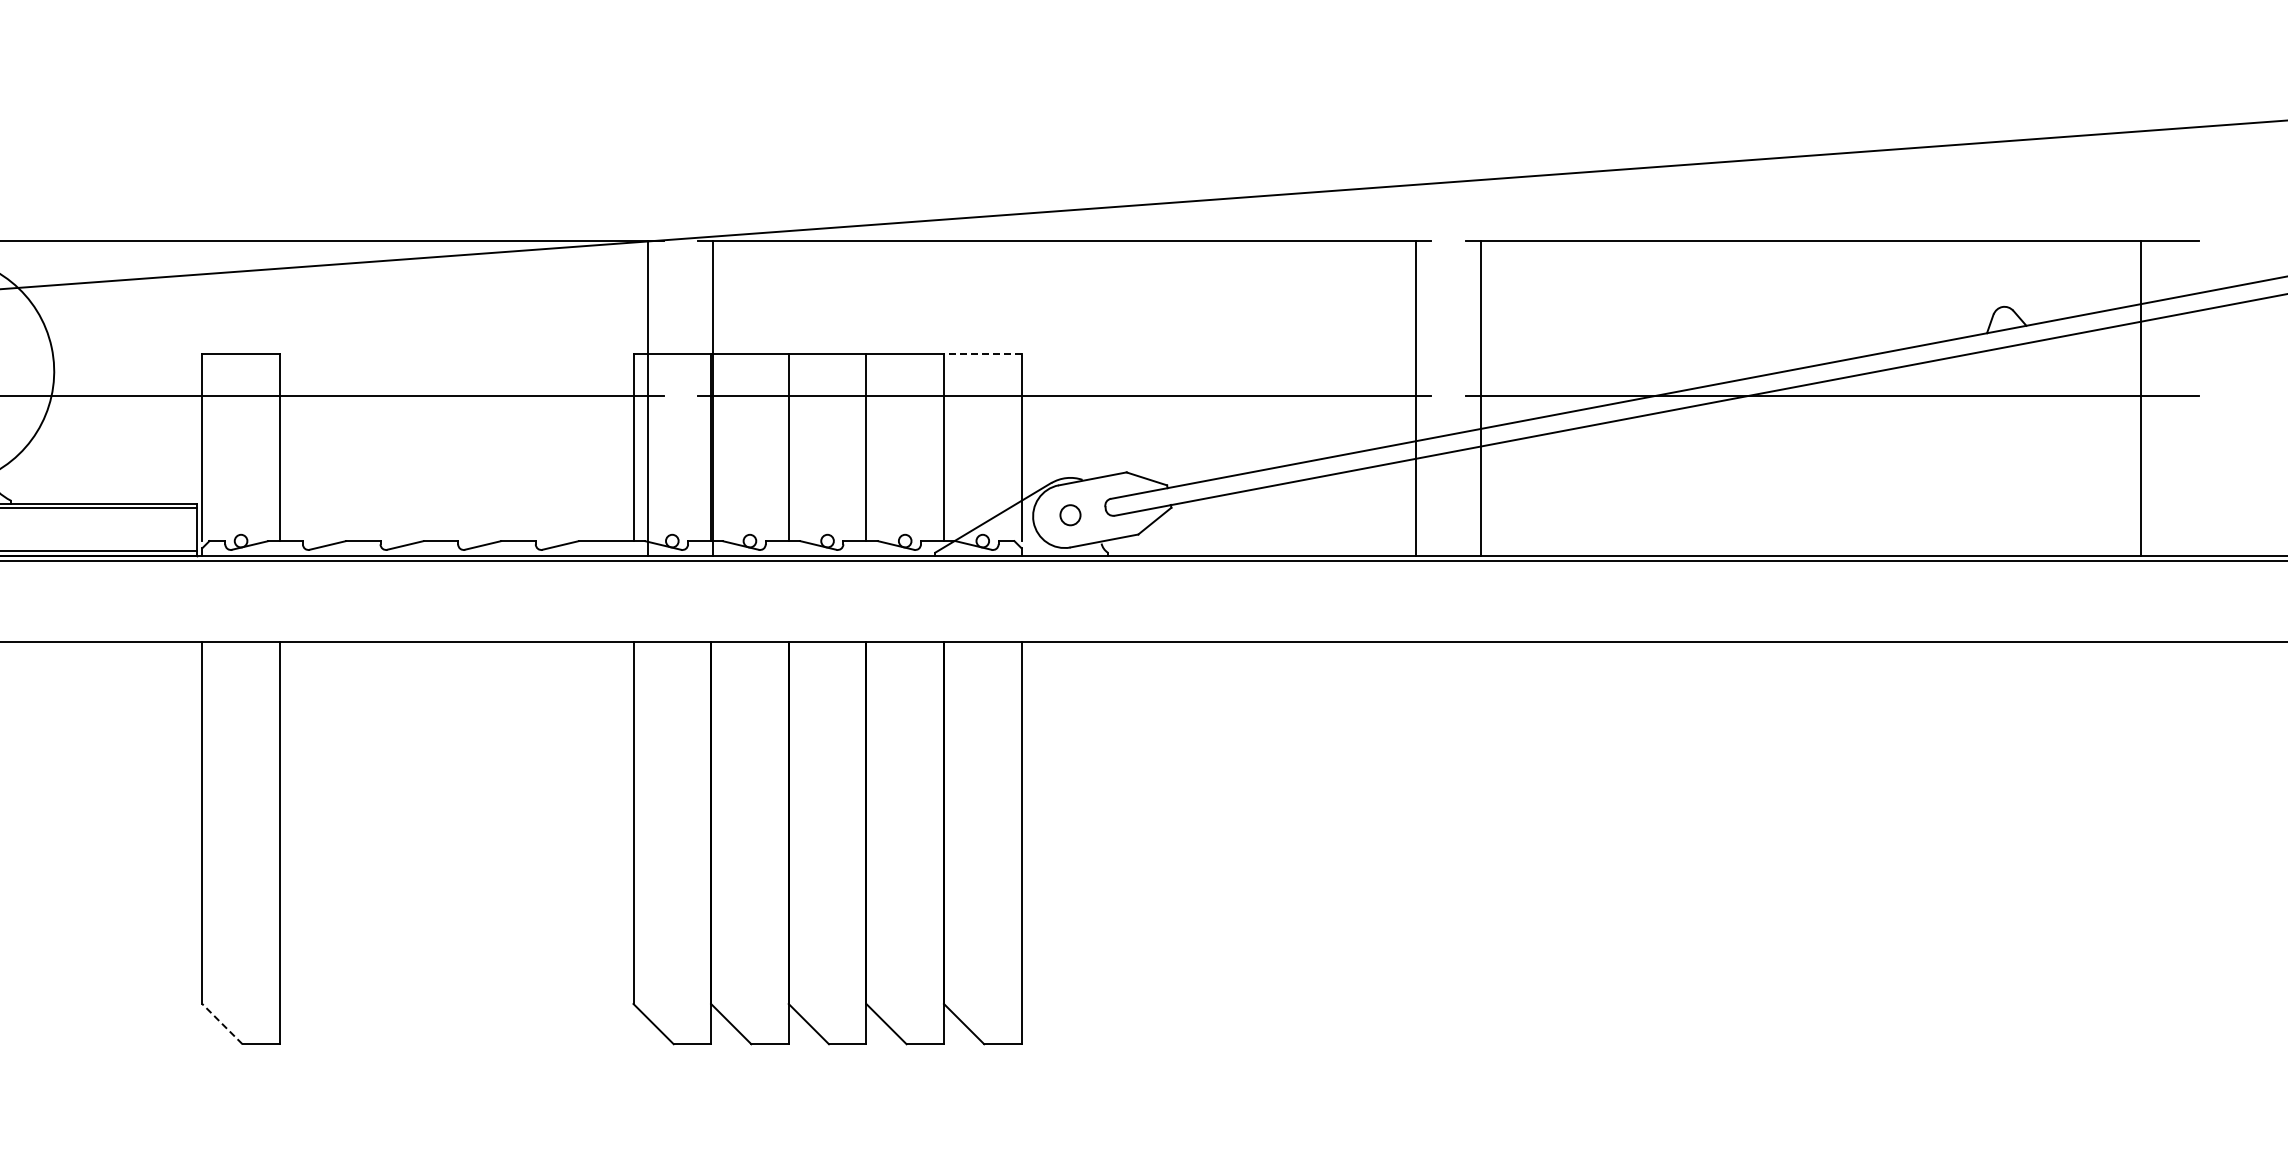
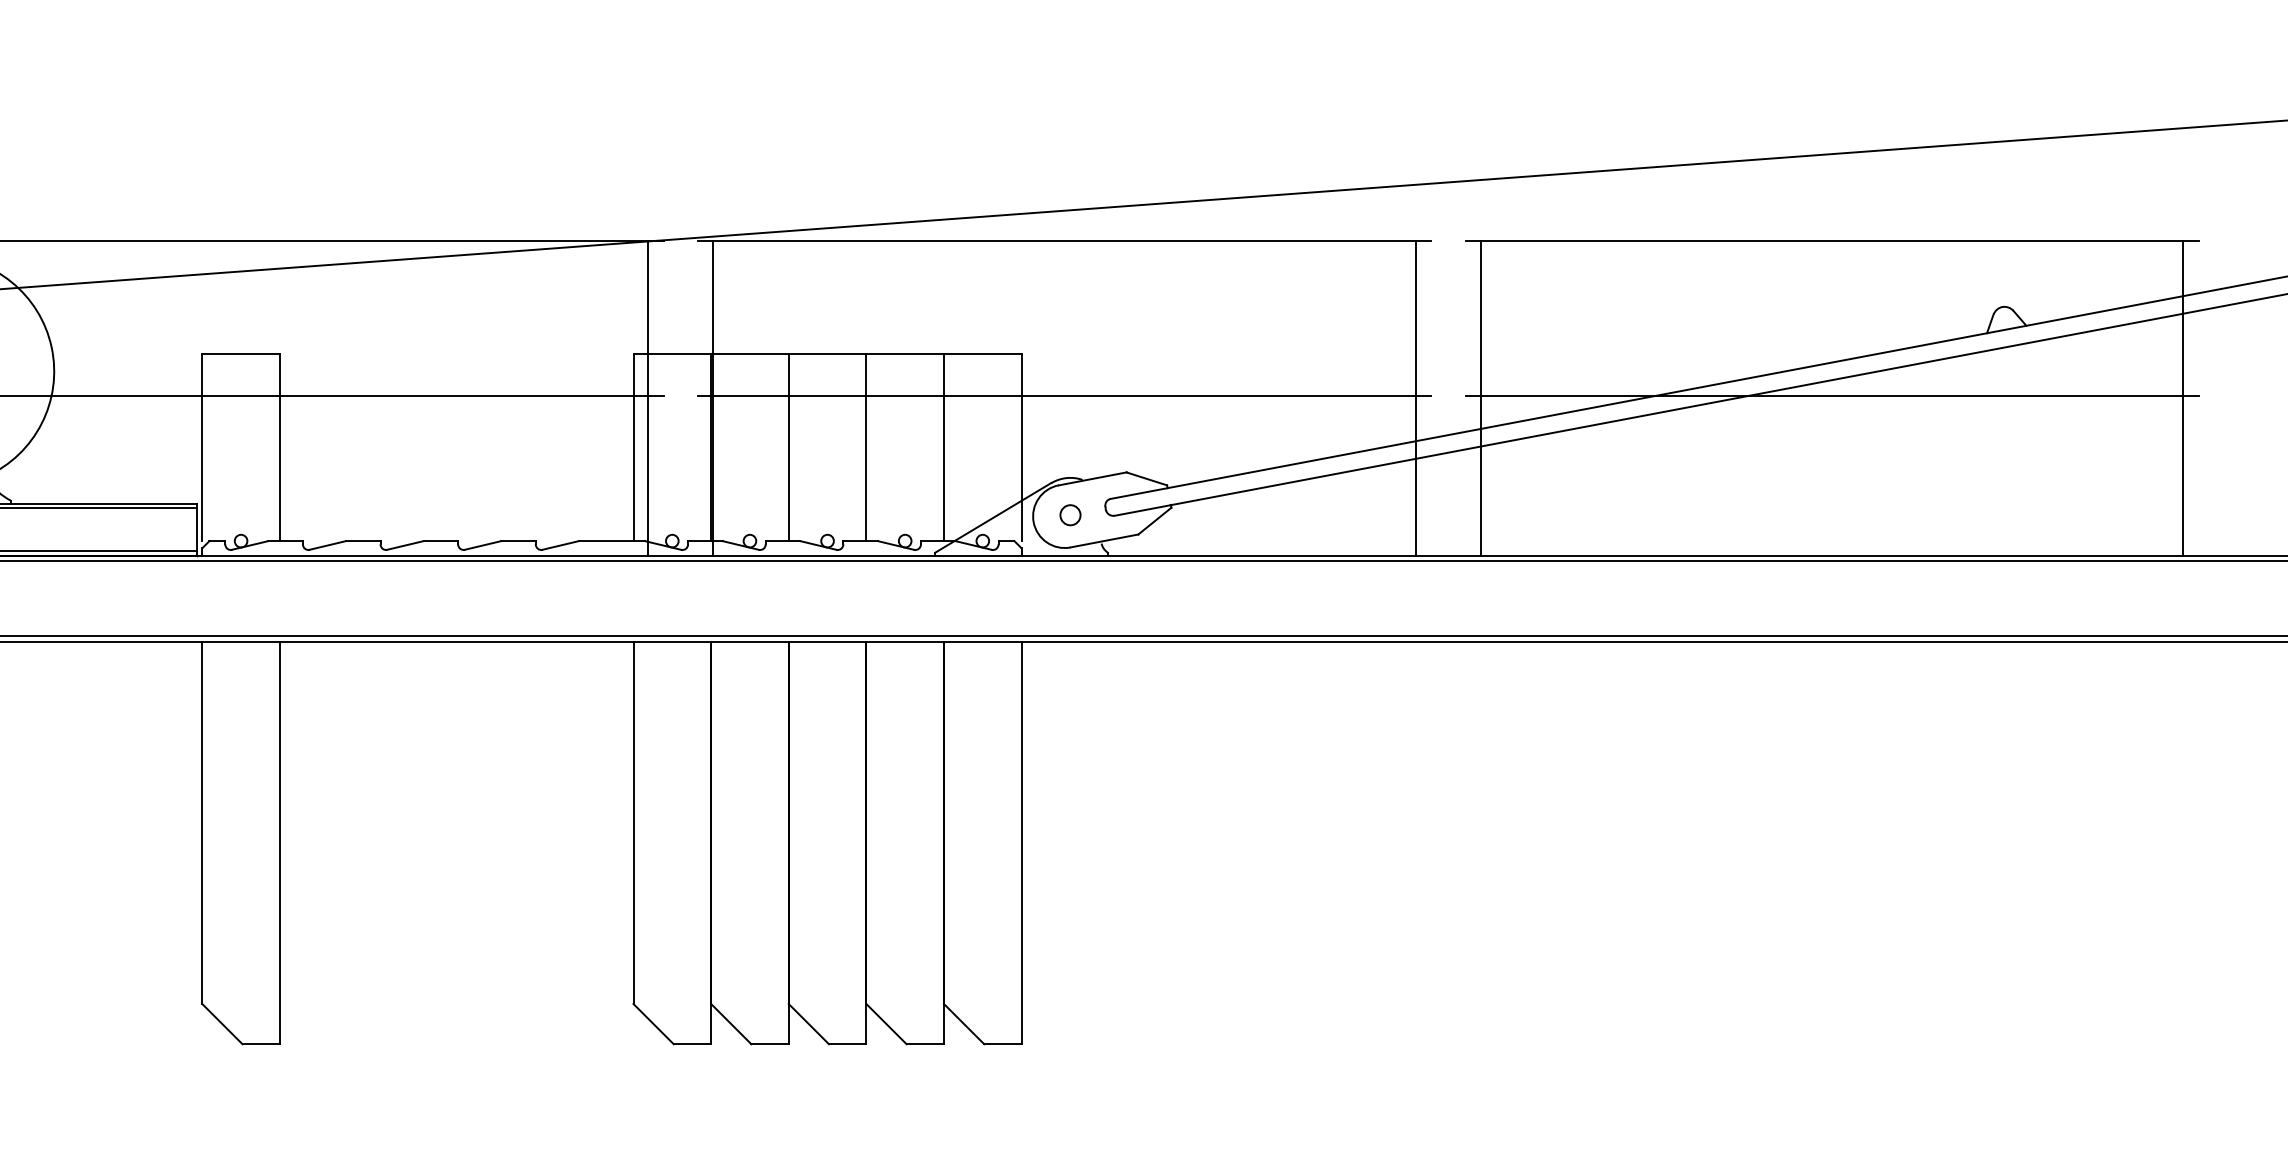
line at (982, 354): dashed -> solid
line at (2141, 397) position: (2141, 397) -> (2183, 397)
line at (1143, 636): none -> present
line at (222, 1023): dashed -> solid
